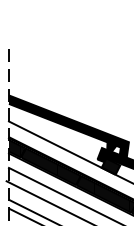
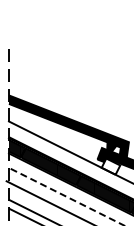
hatch at (110, 166): present -> none
line at (66, 196): solid -> dashed
